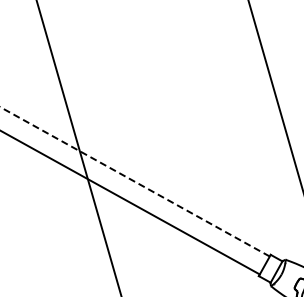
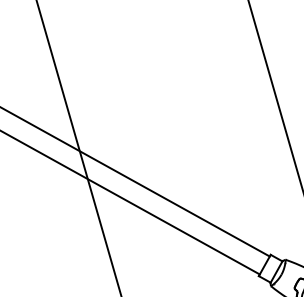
line at (135, 181): dashed -> solid
